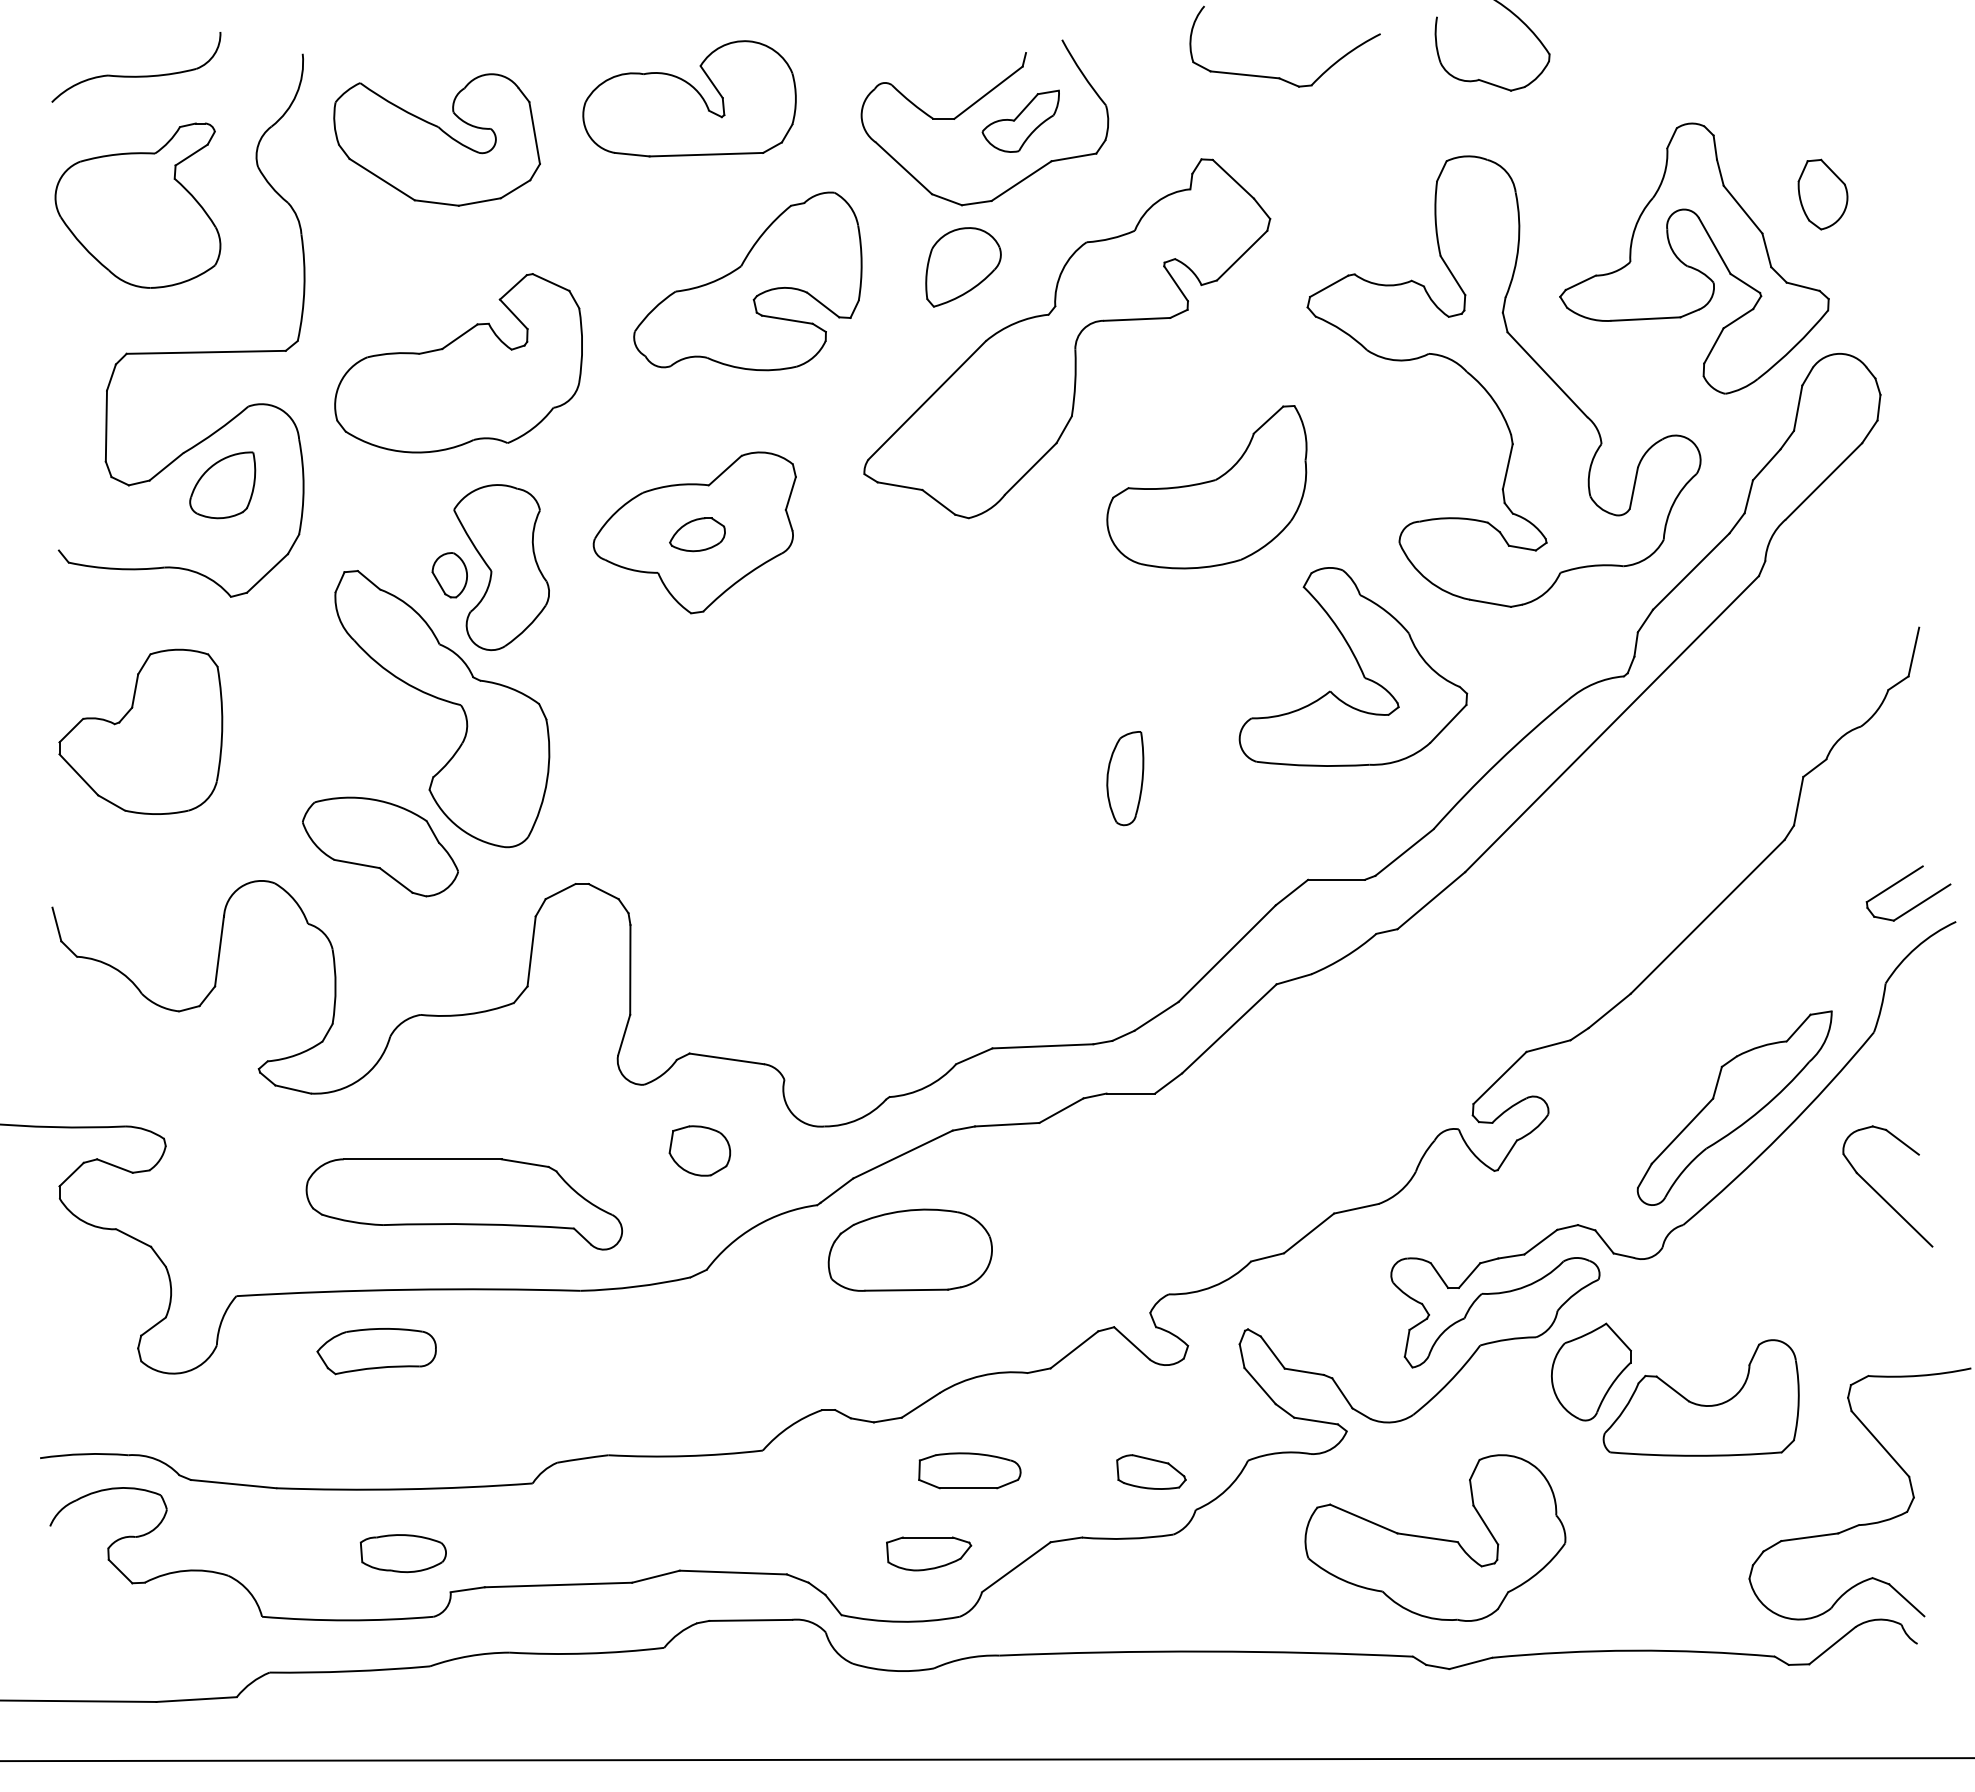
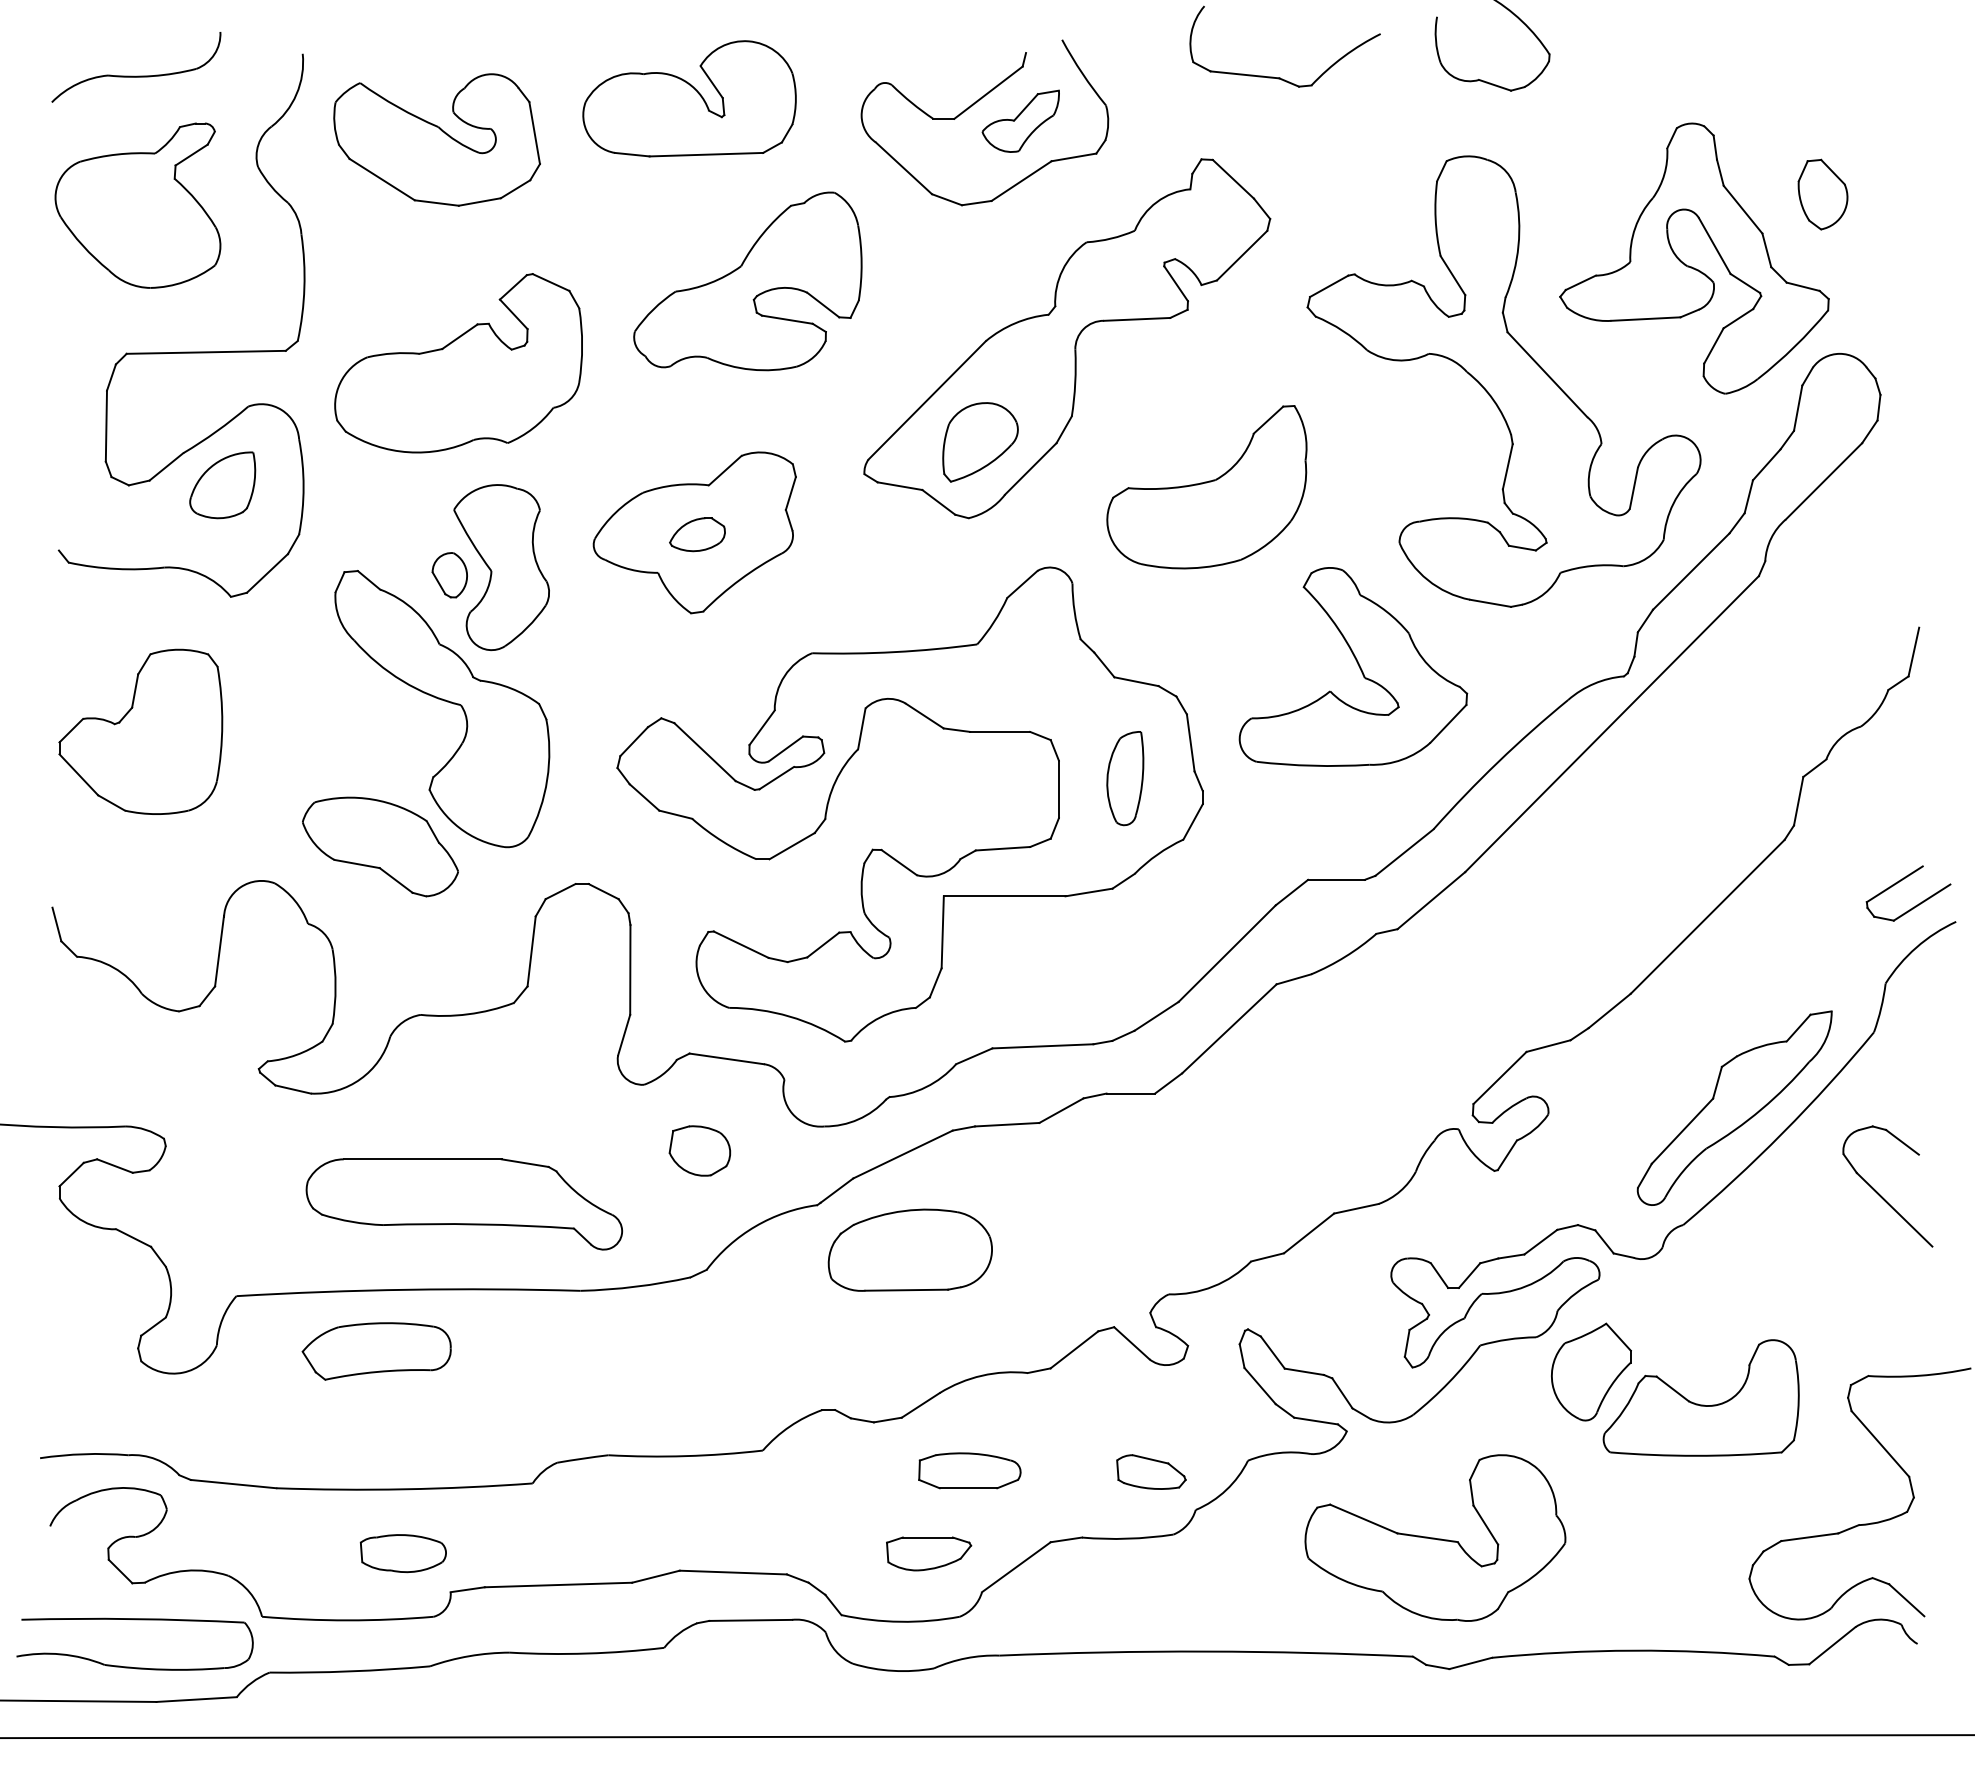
part at (963, 267) position: (963, 267) -> (980, 442)
part at (881, 848): none -> present
part at (376, 1351) size: 121x48 px -> 151x59 px
part at (134, 1620): none -> present
line at (986, 1759) position: (986, 1759) -> (986, 1736)
